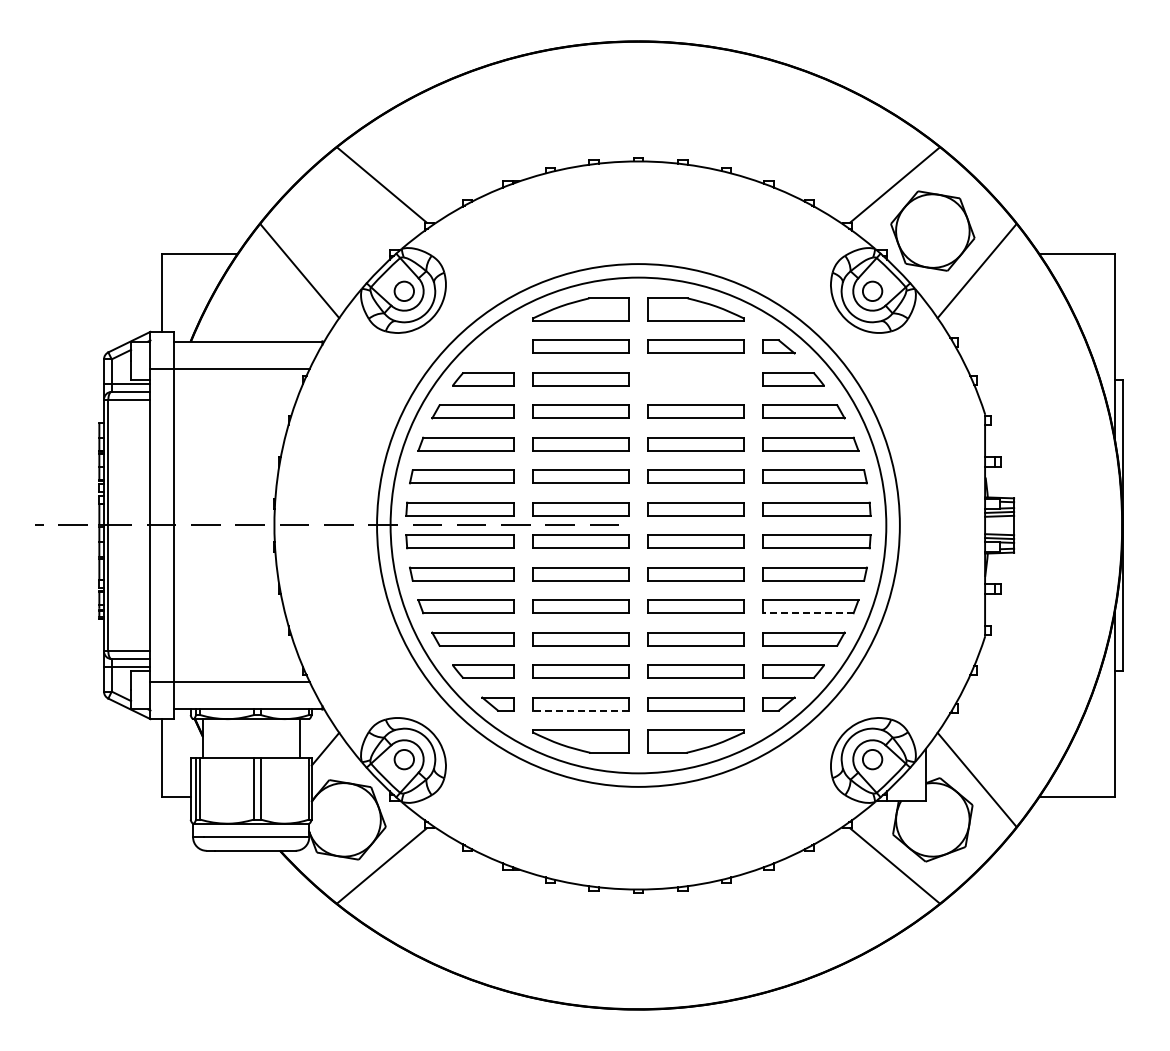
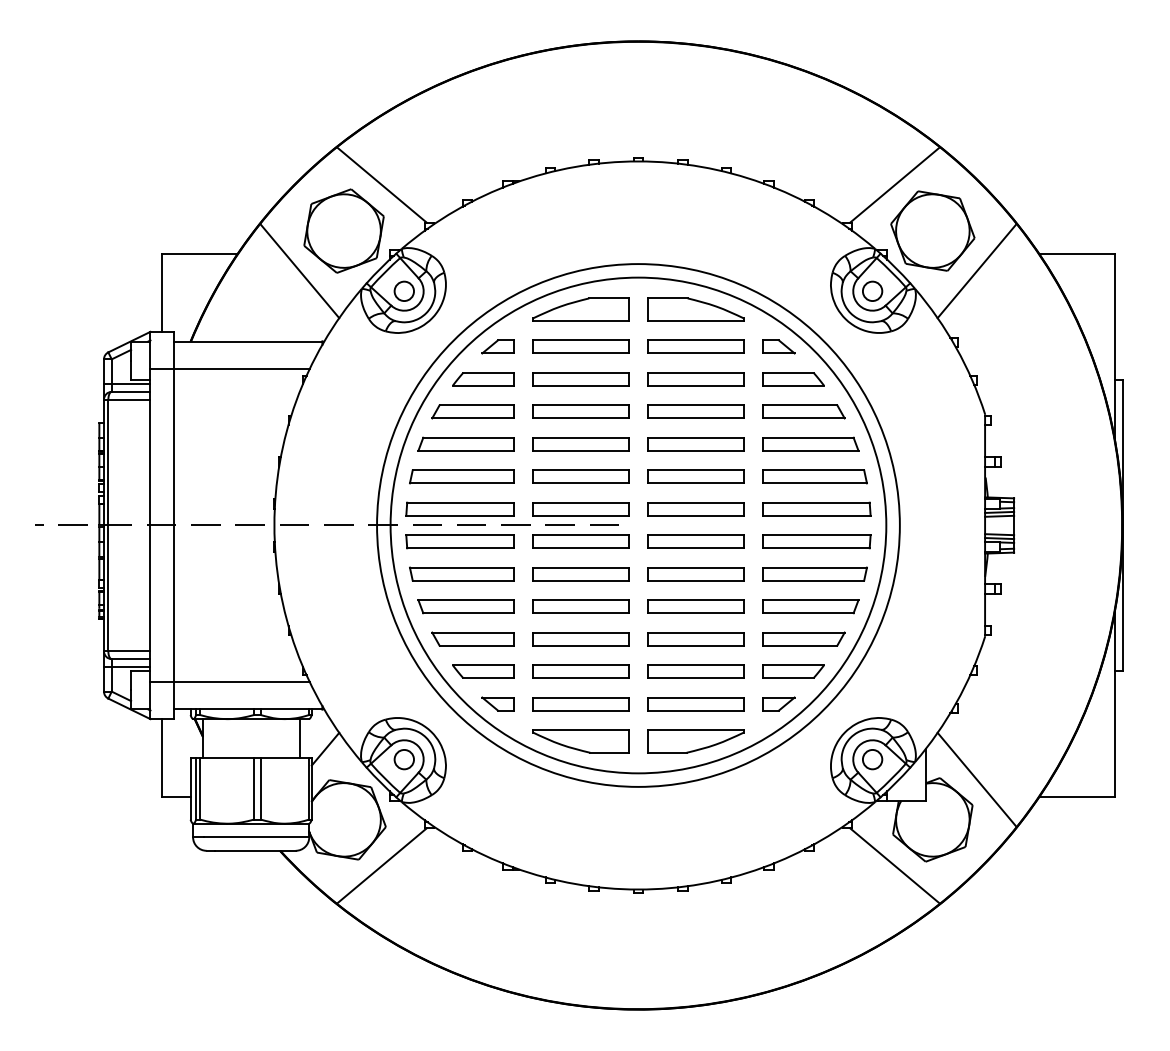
part at (343, 230): none -> present
part at (497, 346): none -> present
part at (695, 379): none -> present
line at (807, 613): dashed -> solid
line at (580, 710): dashed -> solid
